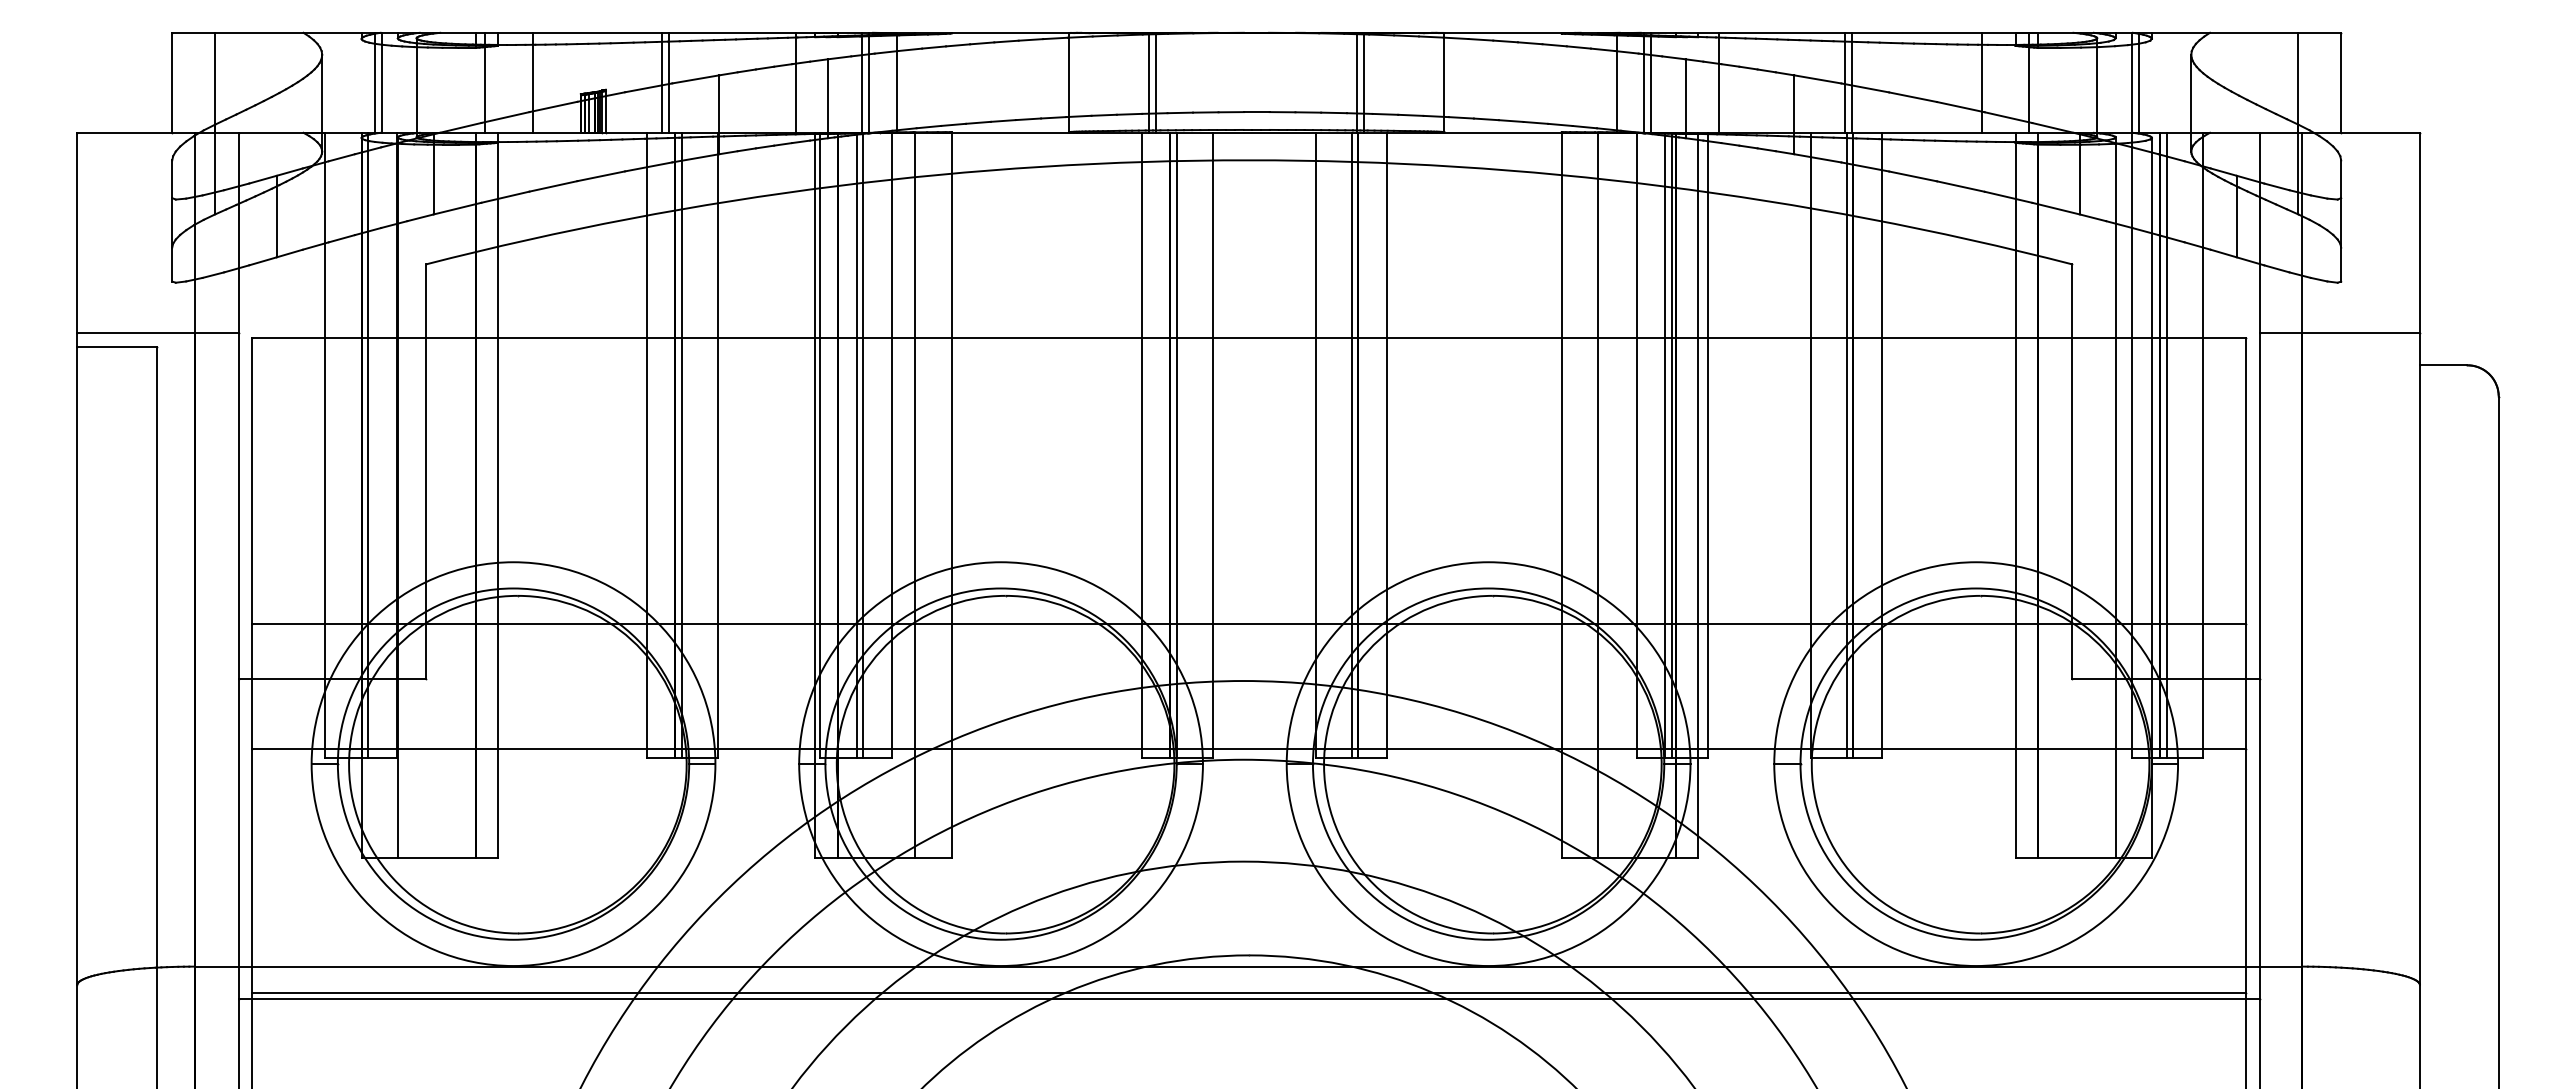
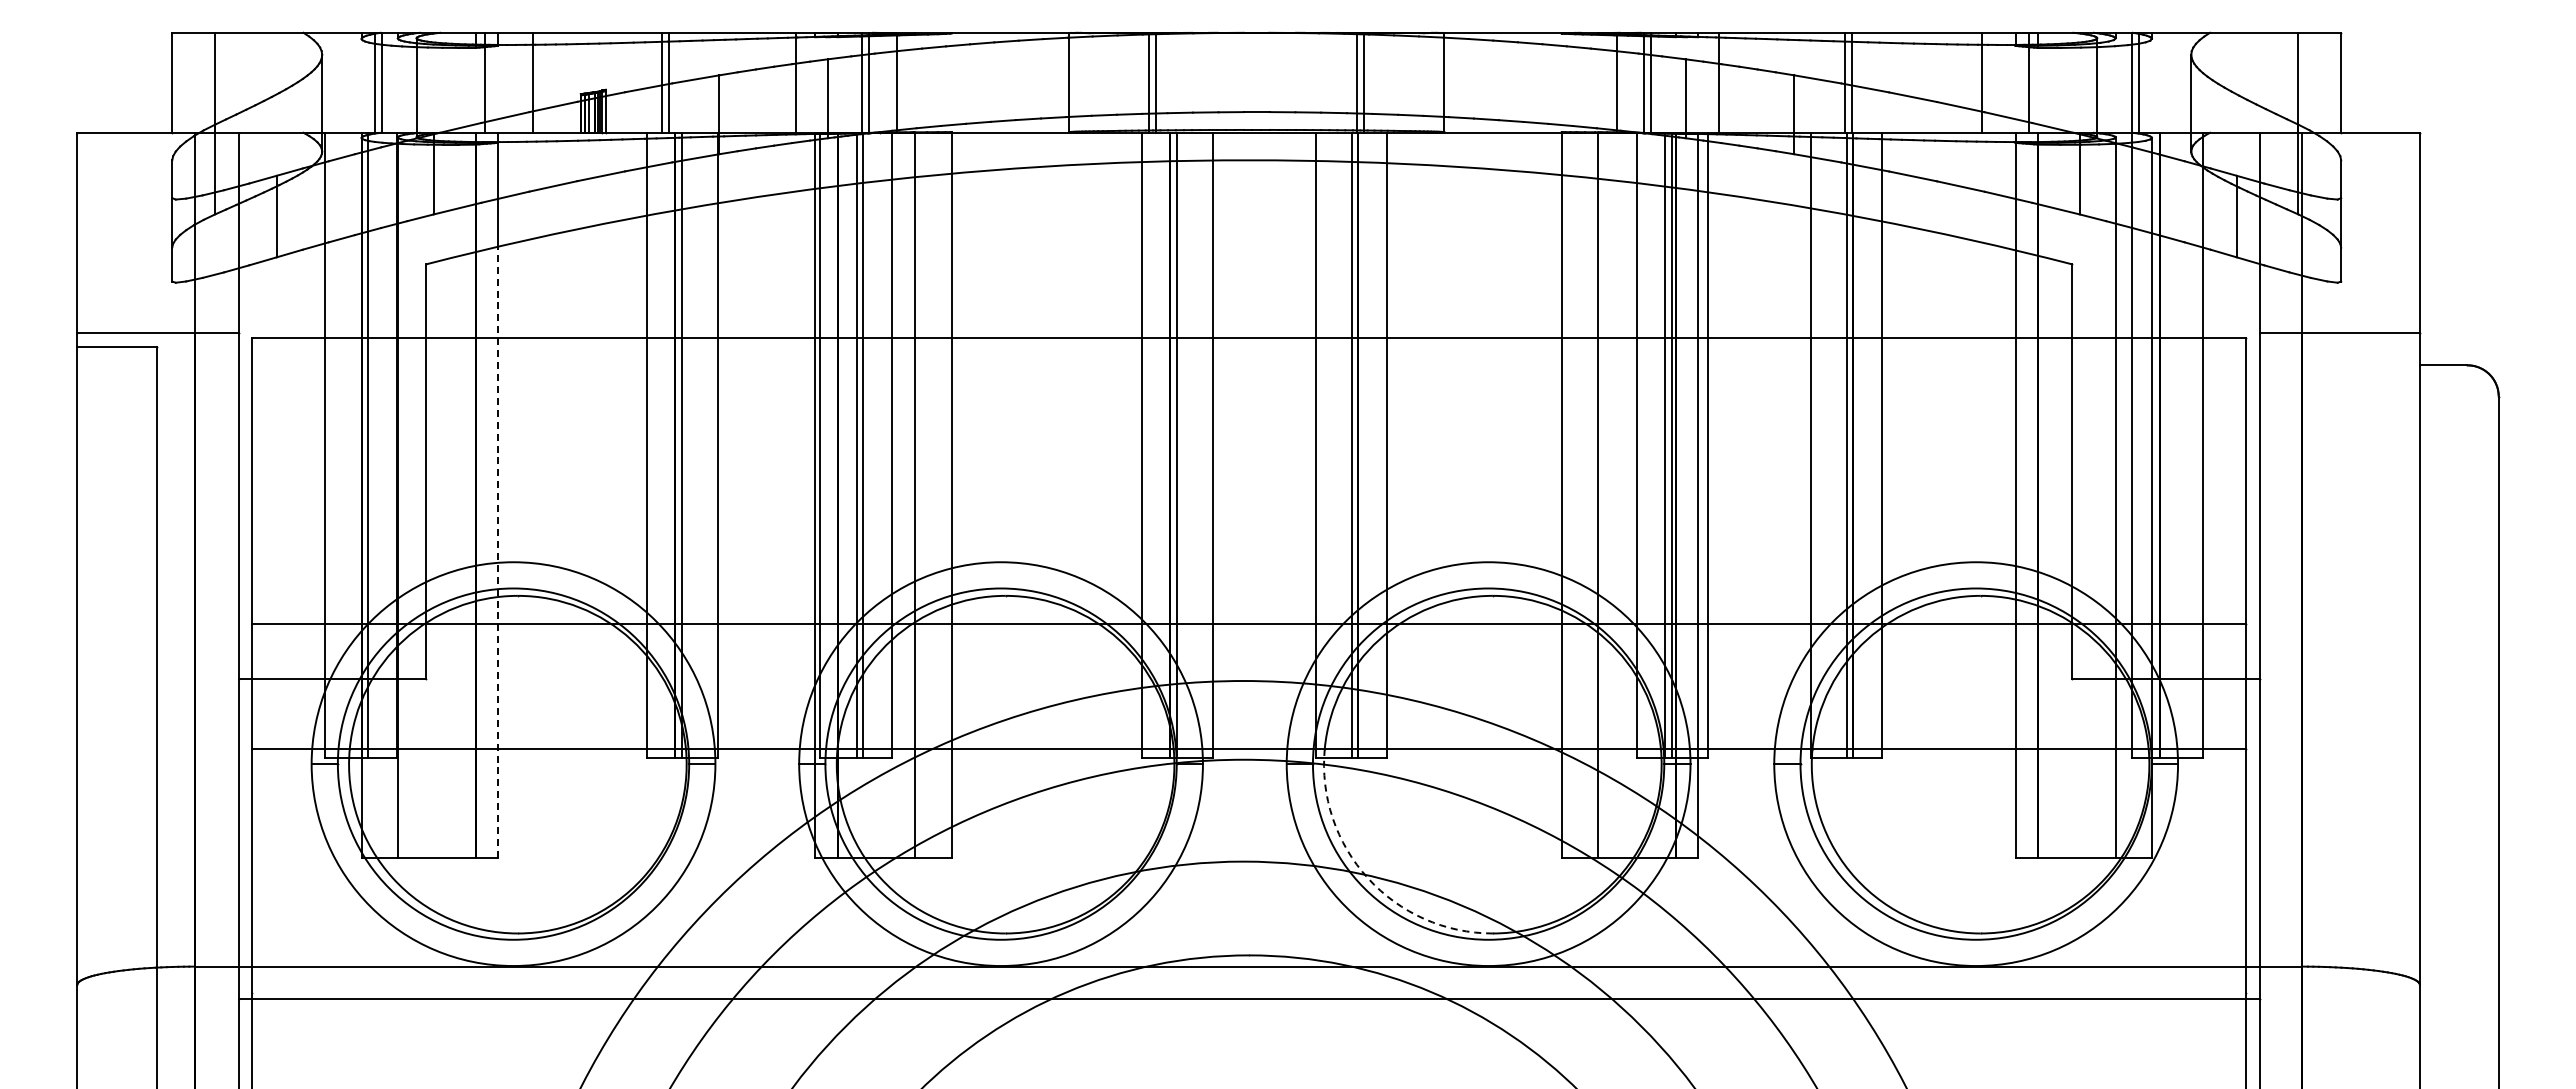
line at (2166, 444): present -> none
line at (497, 552): solid -> dashed
arc at (1368, 878): solid -> dashed
line at (1249, 993): present -> none
